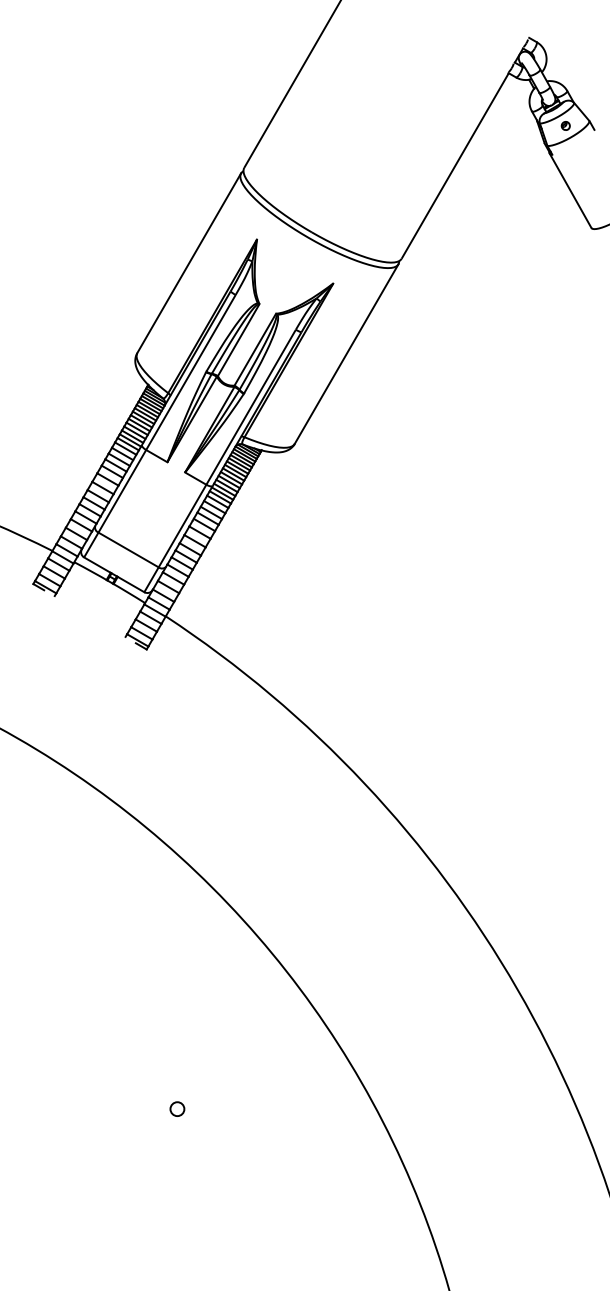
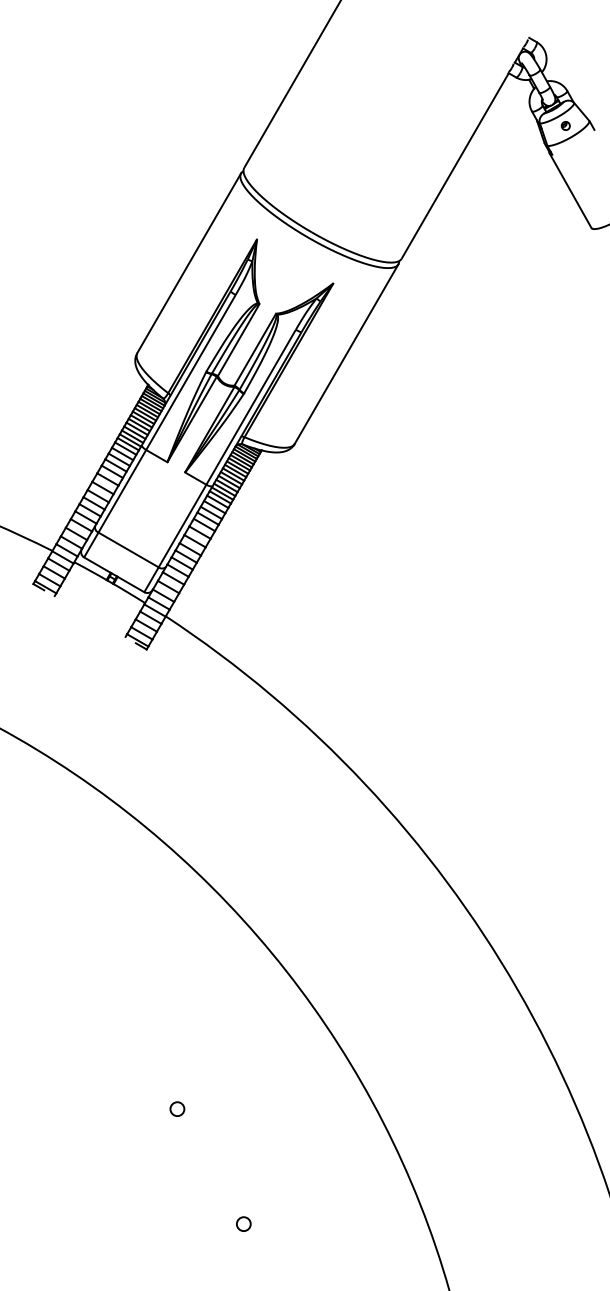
circle at (243, 1223): none -> present
